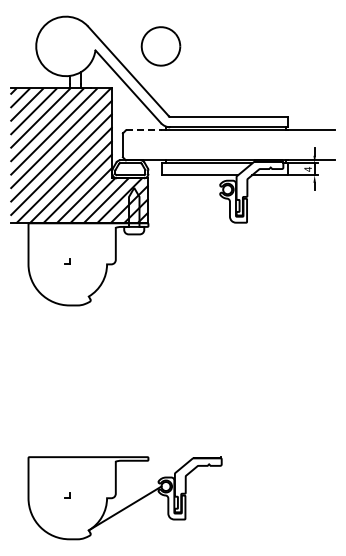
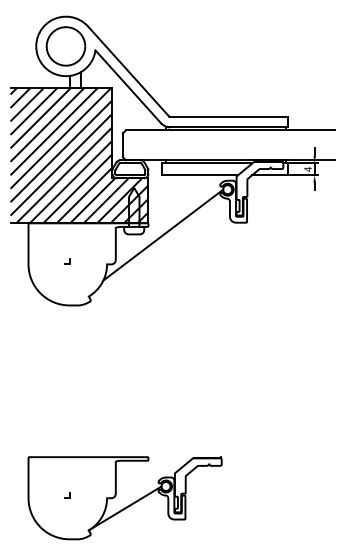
part at (160, 46) position: (160, 46) -> (65, 46)
line at (143, 130): dashed -> solid
line at (163, 234): none -> present
